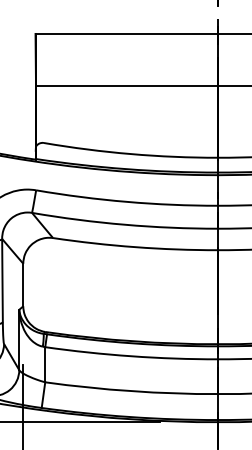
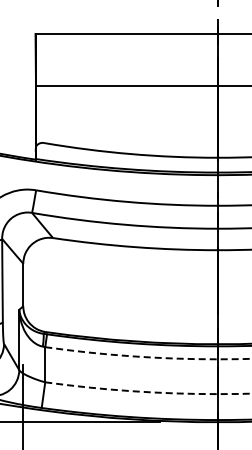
arc at (149, 357): solid -> dashed
arc at (149, 392): solid -> dashed
